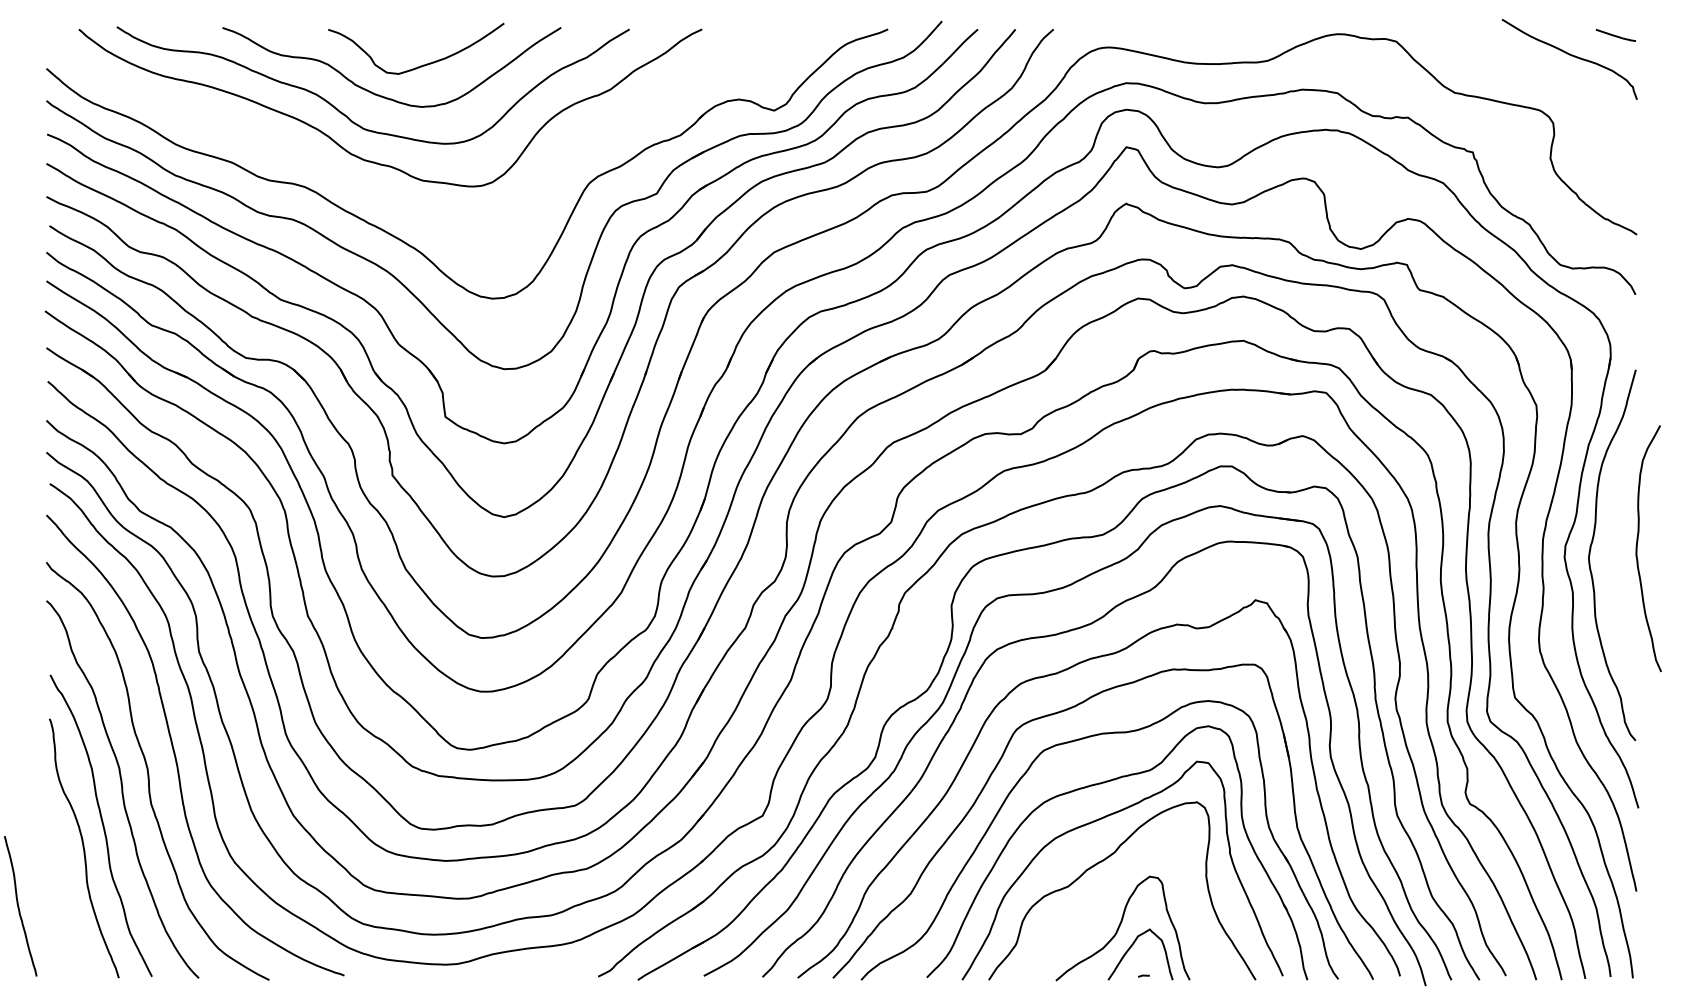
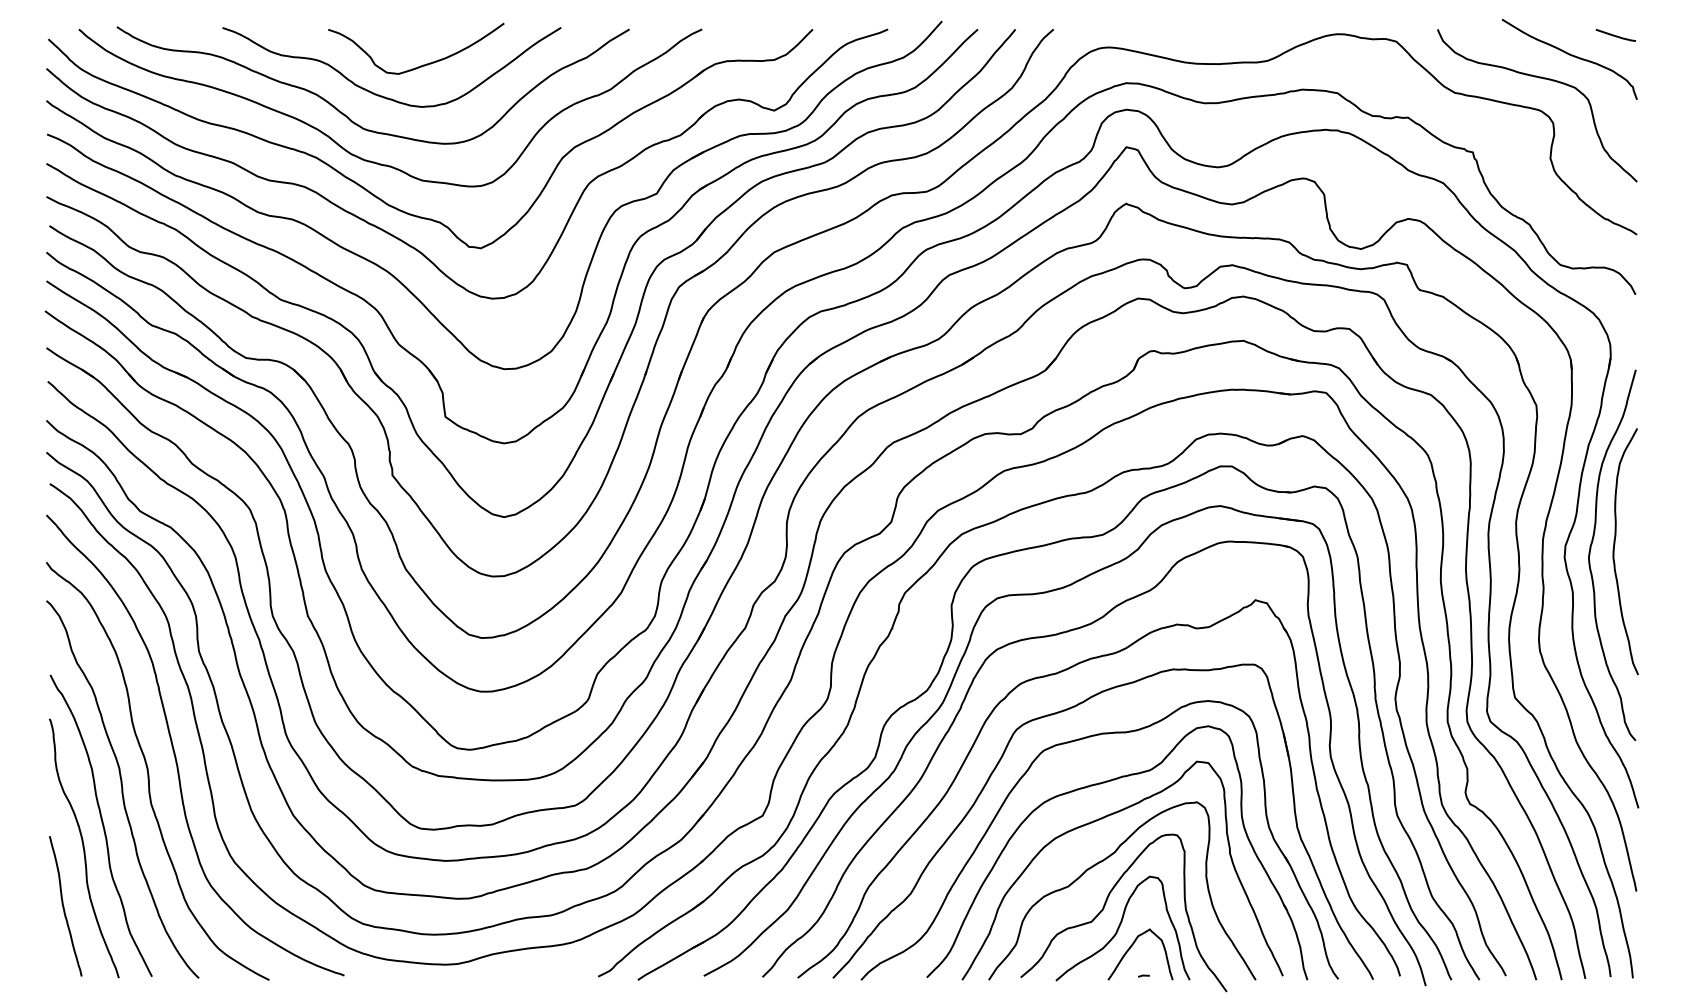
curve at (1544, 79): none -> present
part at (403, 210): none -> present
curve at (1637, 548) position: (1637, 548) -> (1614, 551)
curve at (19, 906) position: (19, 906) -> (64, 906)
curve at (1105, 906): none -> present
